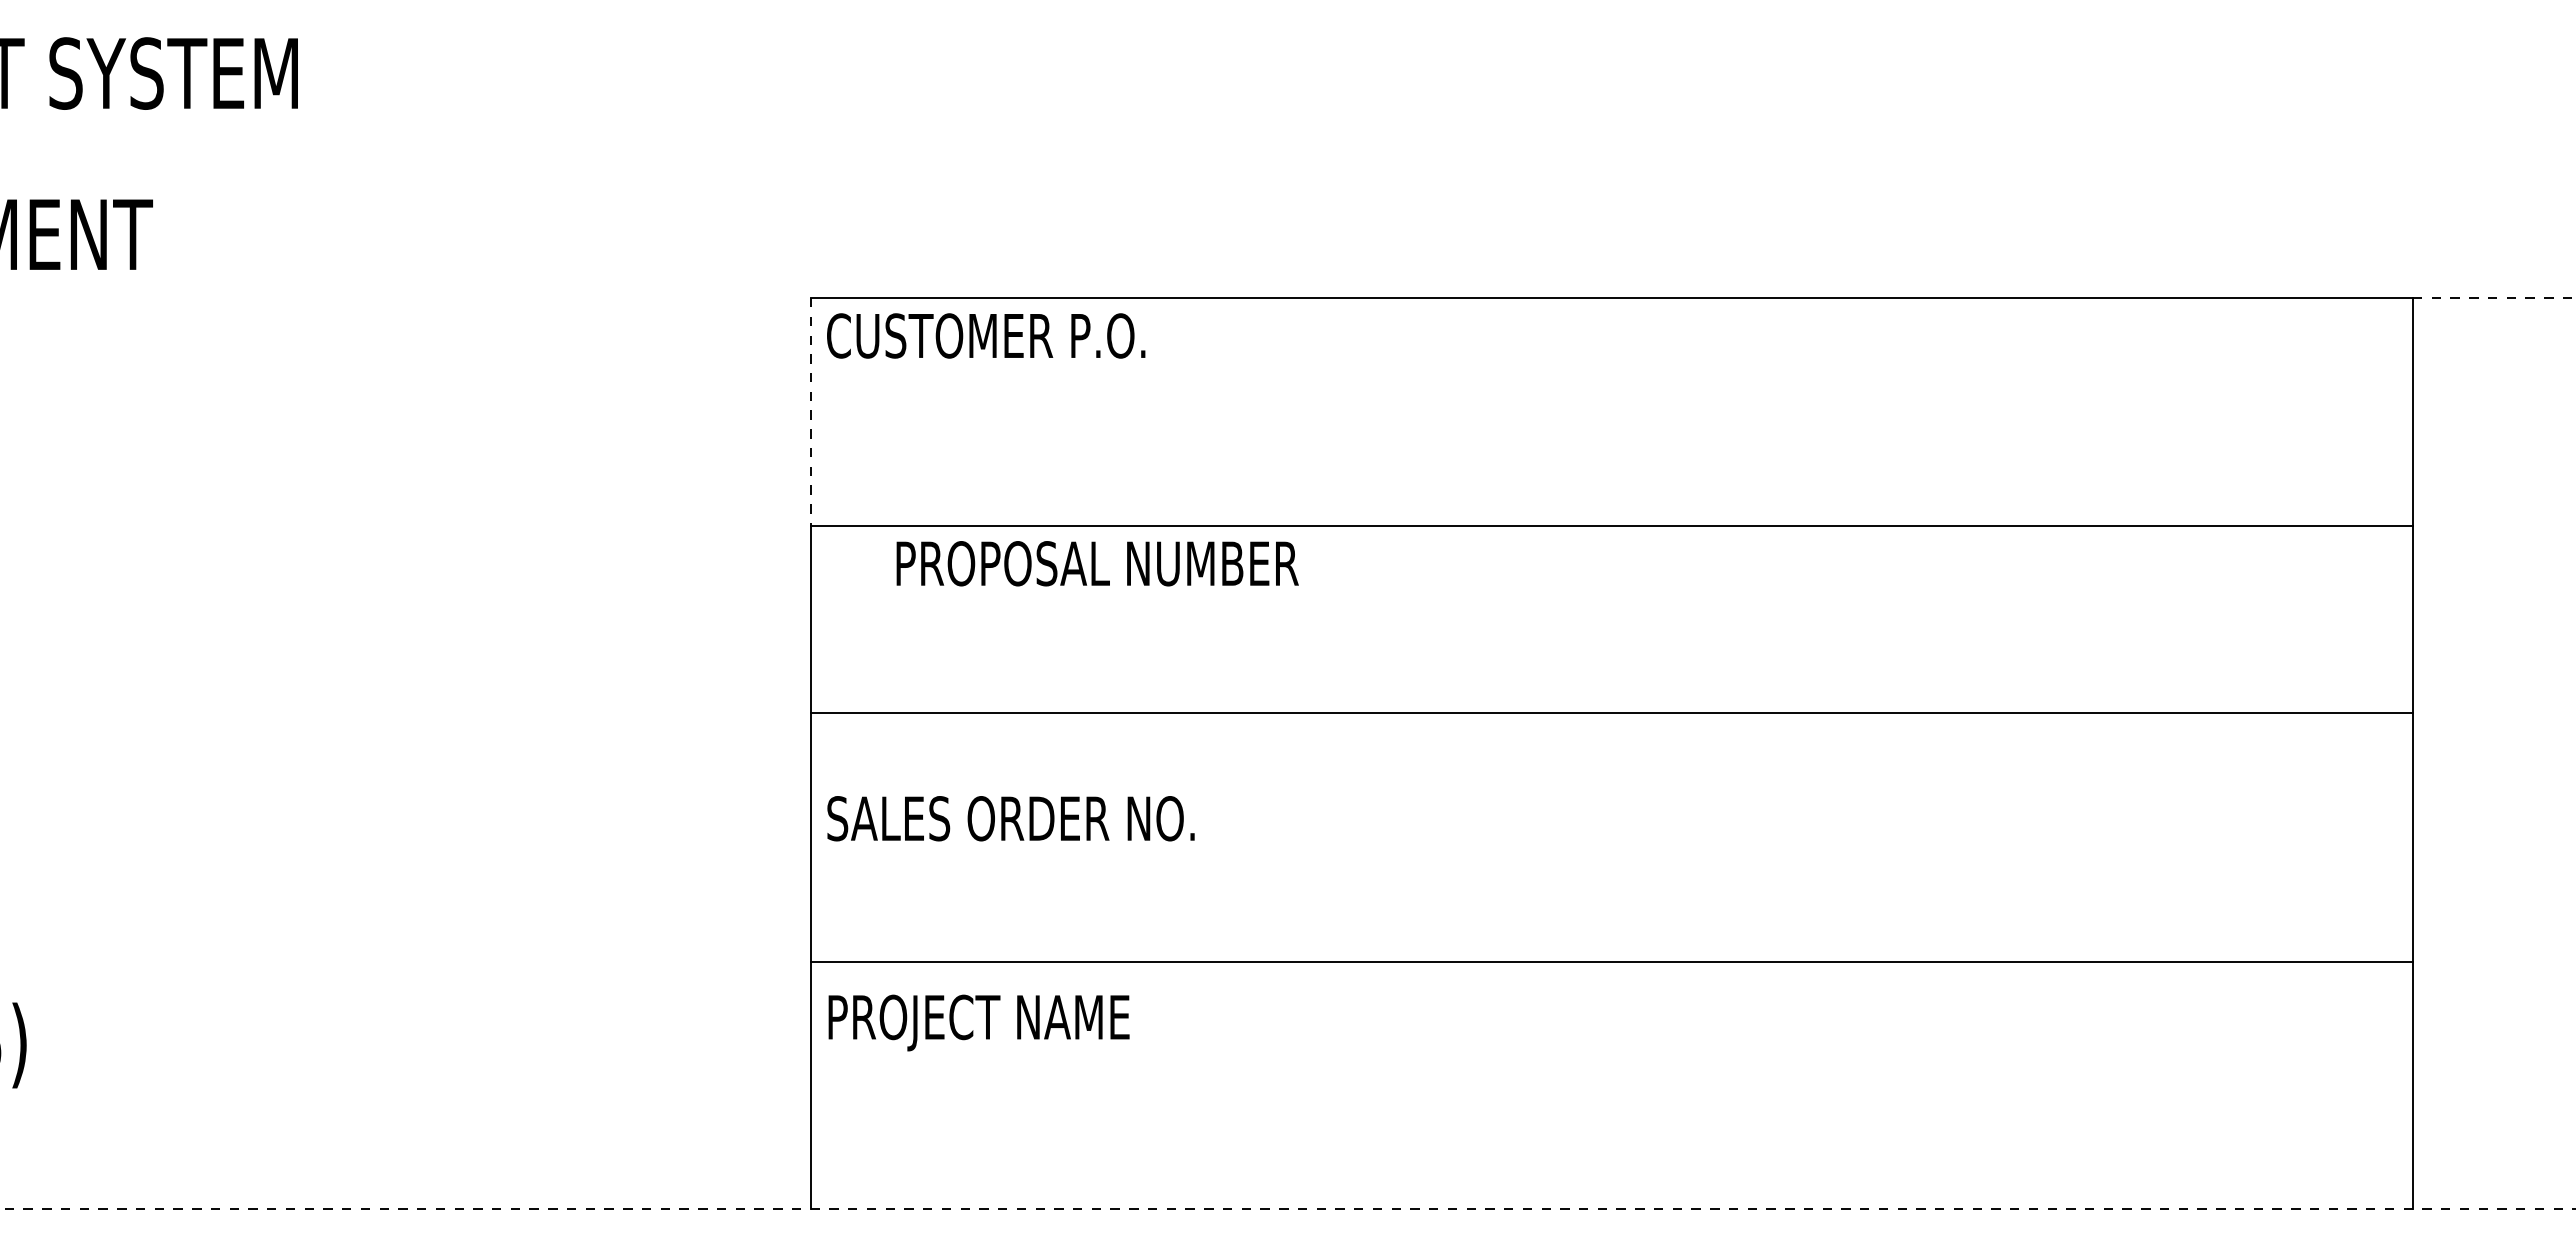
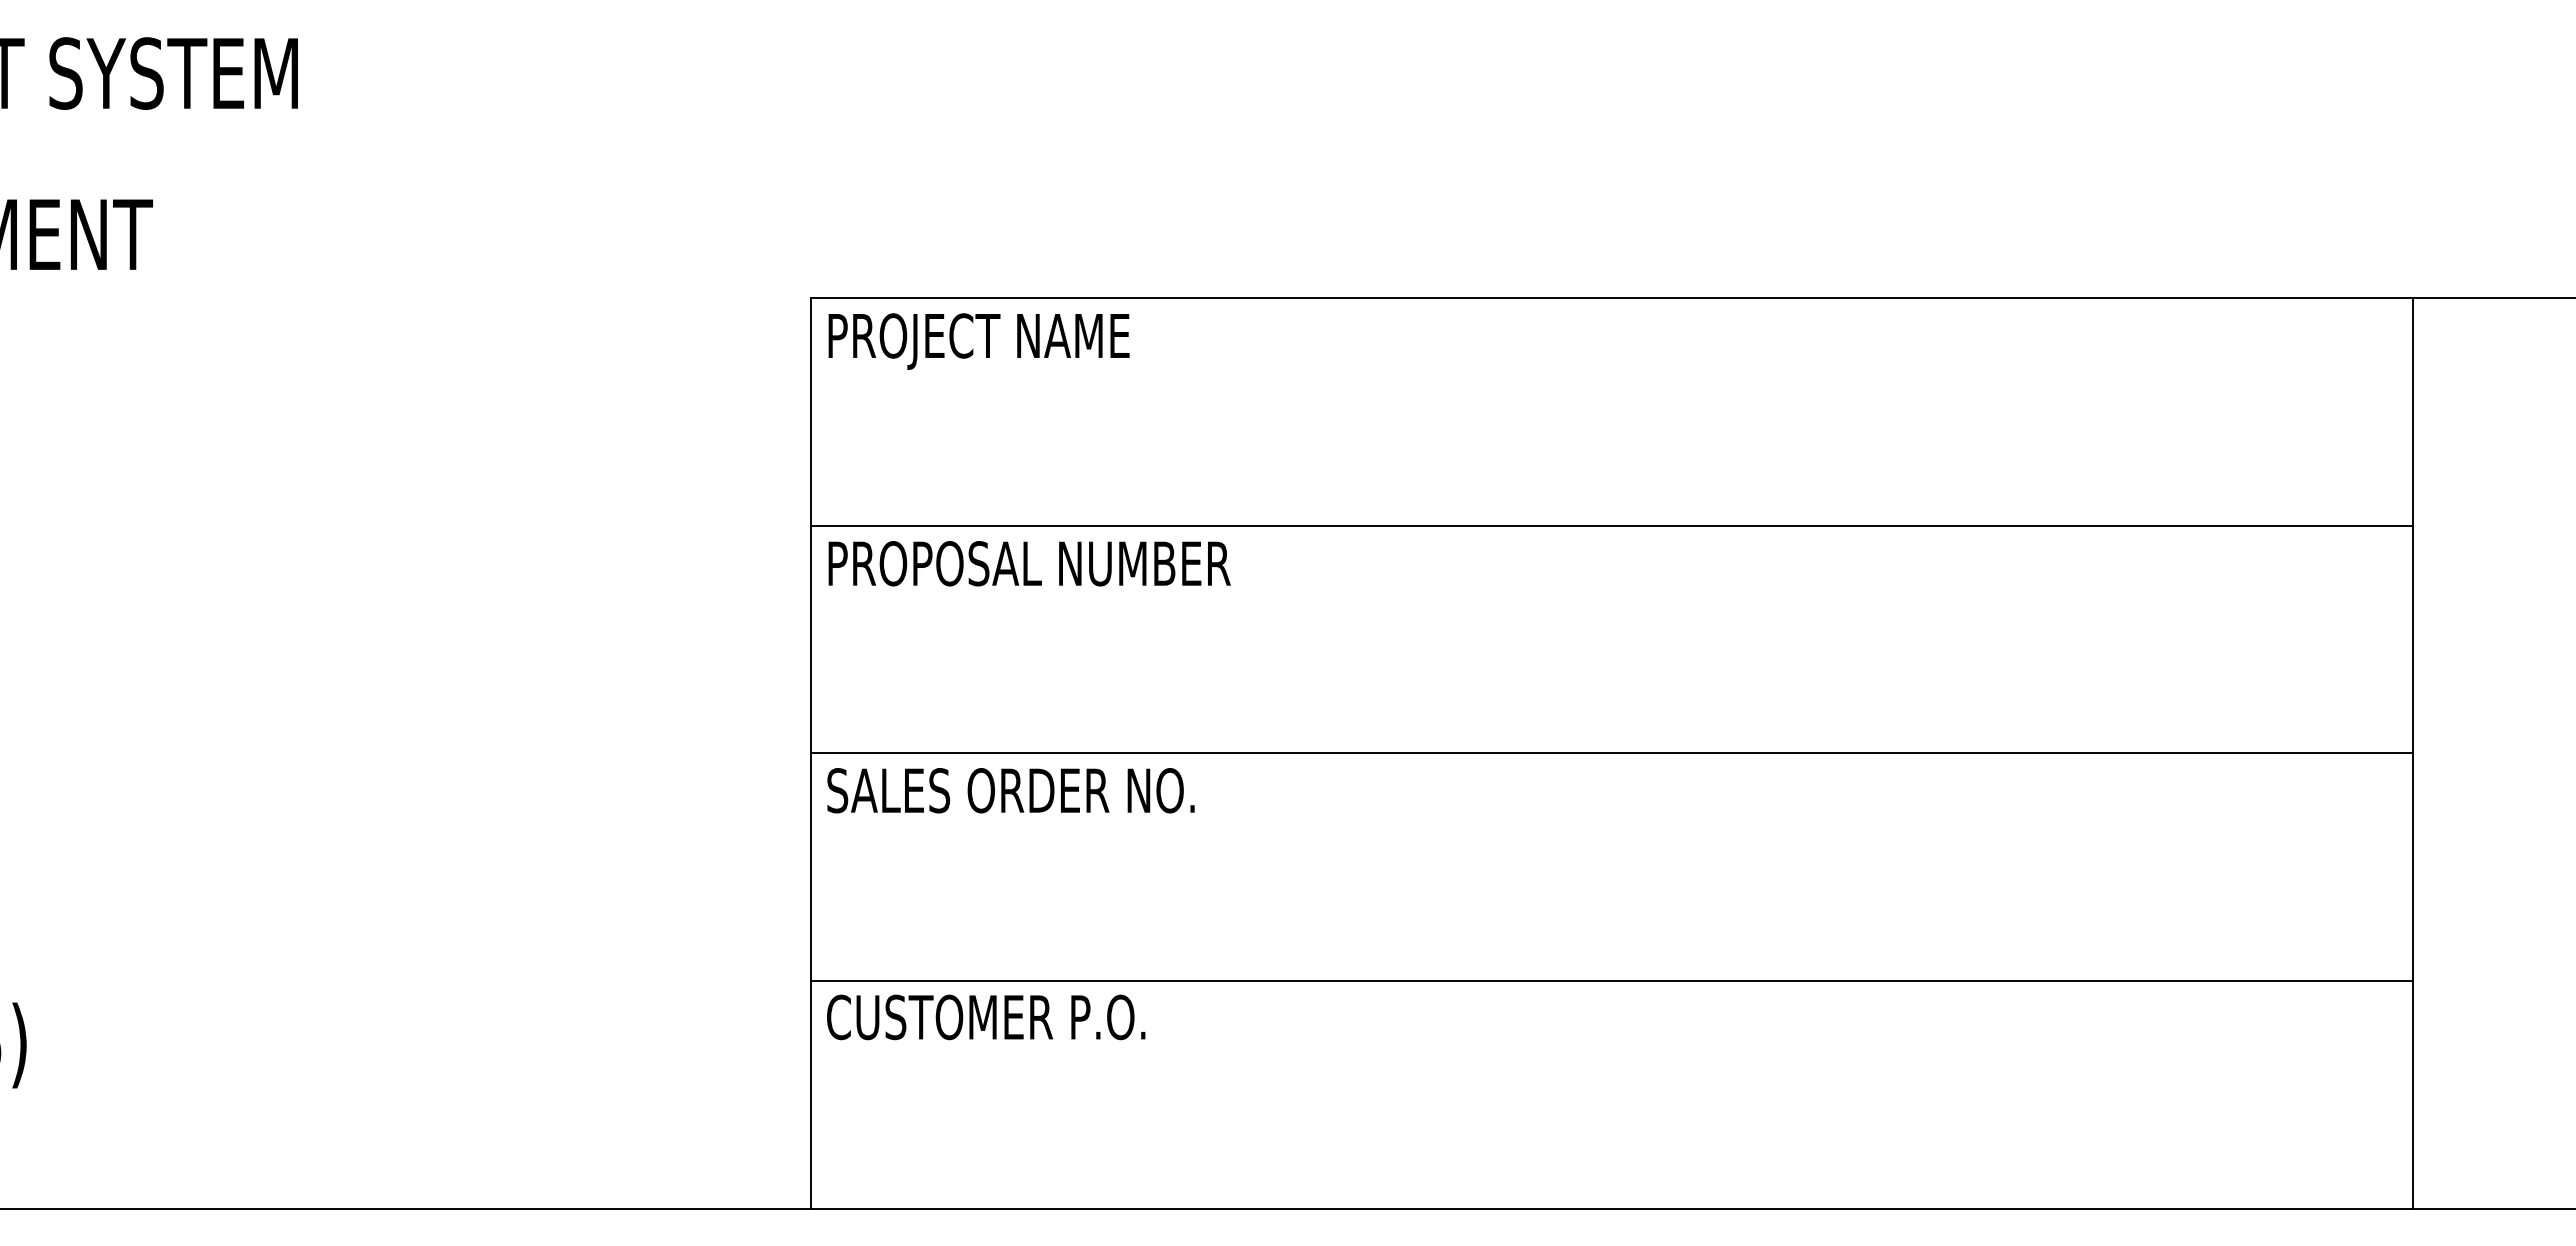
line at (2493, 298): dashed -> solid
text at (986, 341): CUSTOMER P.O. -> PROJECT NAME
line at (810, 411): dashed -> solid
text at (1097, 563) position: (1097, 563) -> (1029, 563)
line at (1611, 713) position: (1611, 713) -> (1611, 753)
text at (1010, 818) position: (1010, 818) -> (1010, 790)
line at (1611, 962) position: (1611, 962) -> (1611, 981)
text at (986, 1022): PROJECT NAME -> CUSTOMER P.O.
line at (1287, 1208): dashed -> solid
